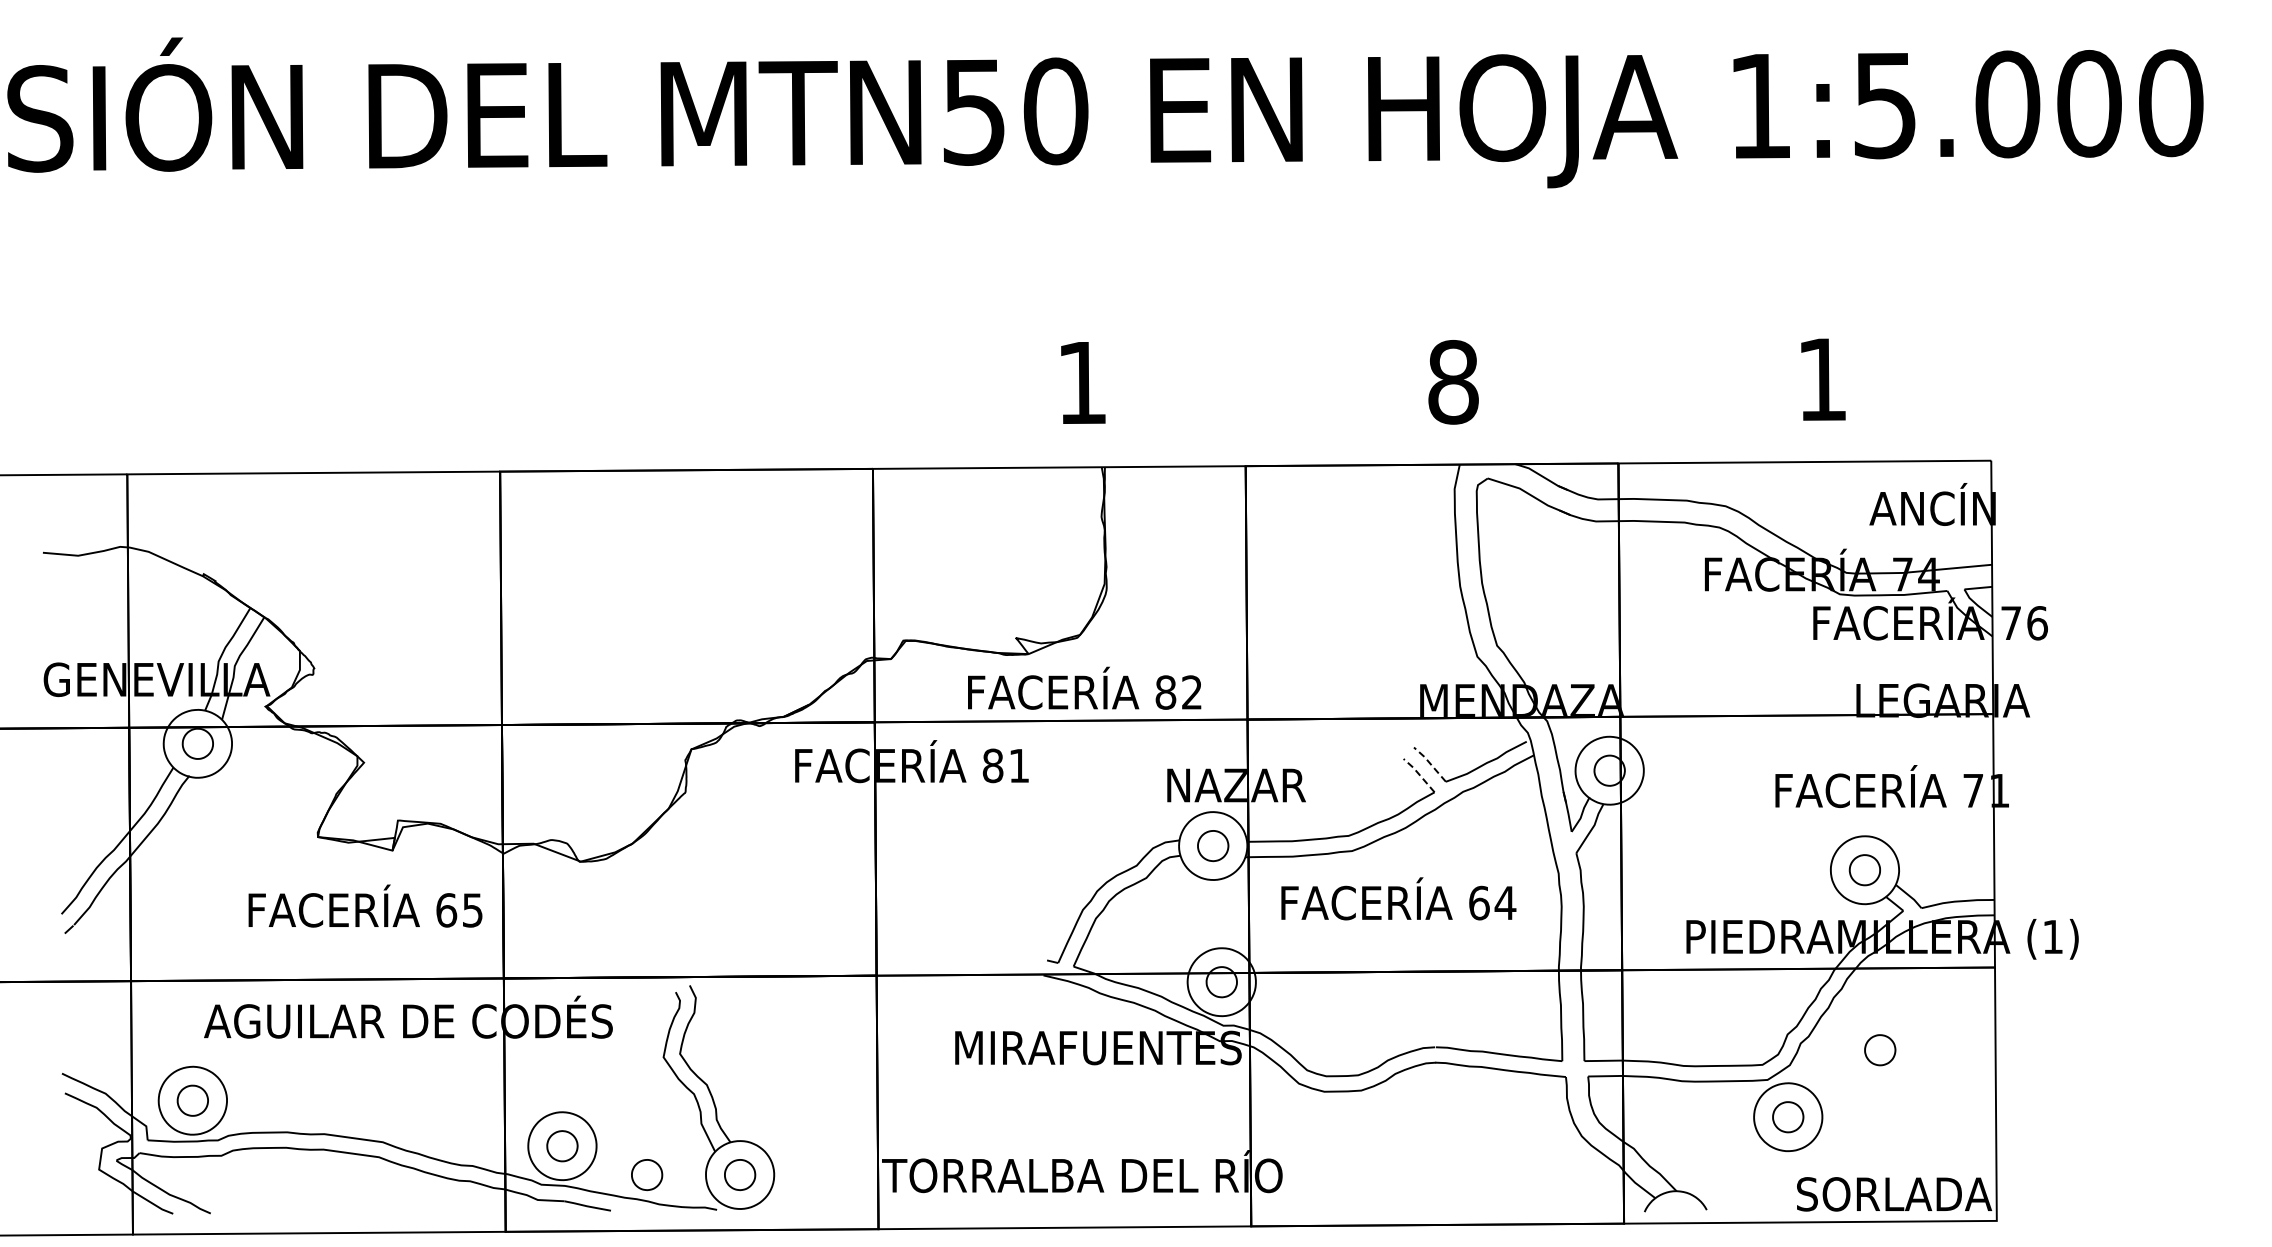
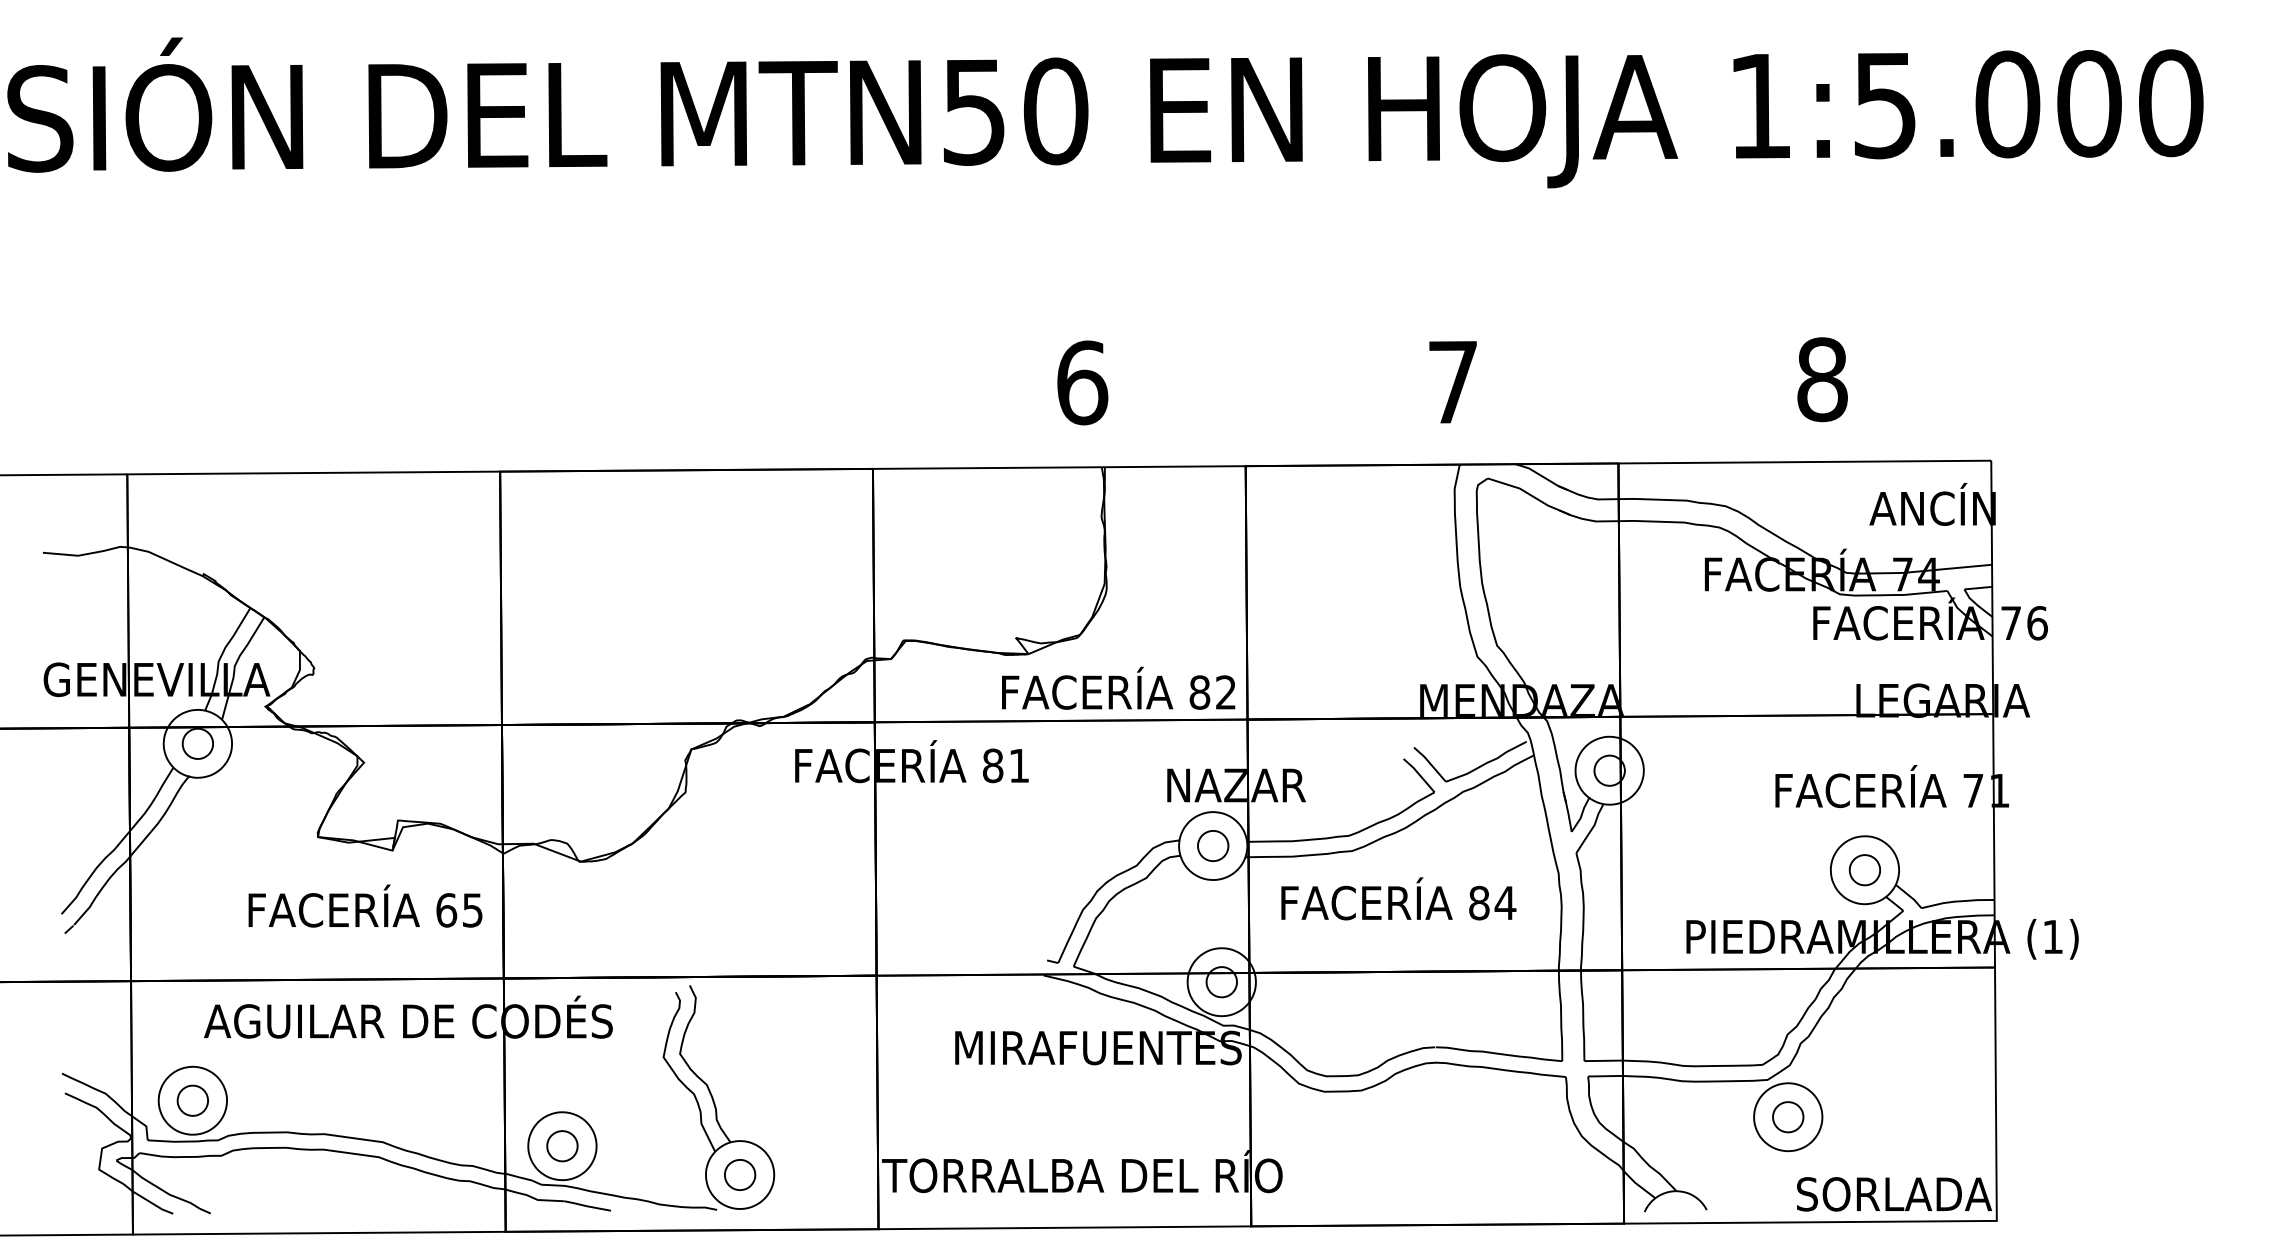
text at (1822, 379): 1 -> 8
text at (1082, 382): 1 -> 6
text at (1453, 382): 8 -> 7
text at (1084, 687) position: (1084, 687) -> (1118, 687)
line at (1430, 763): dashed -> solid
line at (1419, 774): dashed -> solid
text at (1479, 902): 64 -> 84
part at (1880, 1050): present -> none
part at (647, 1175): present -> none
